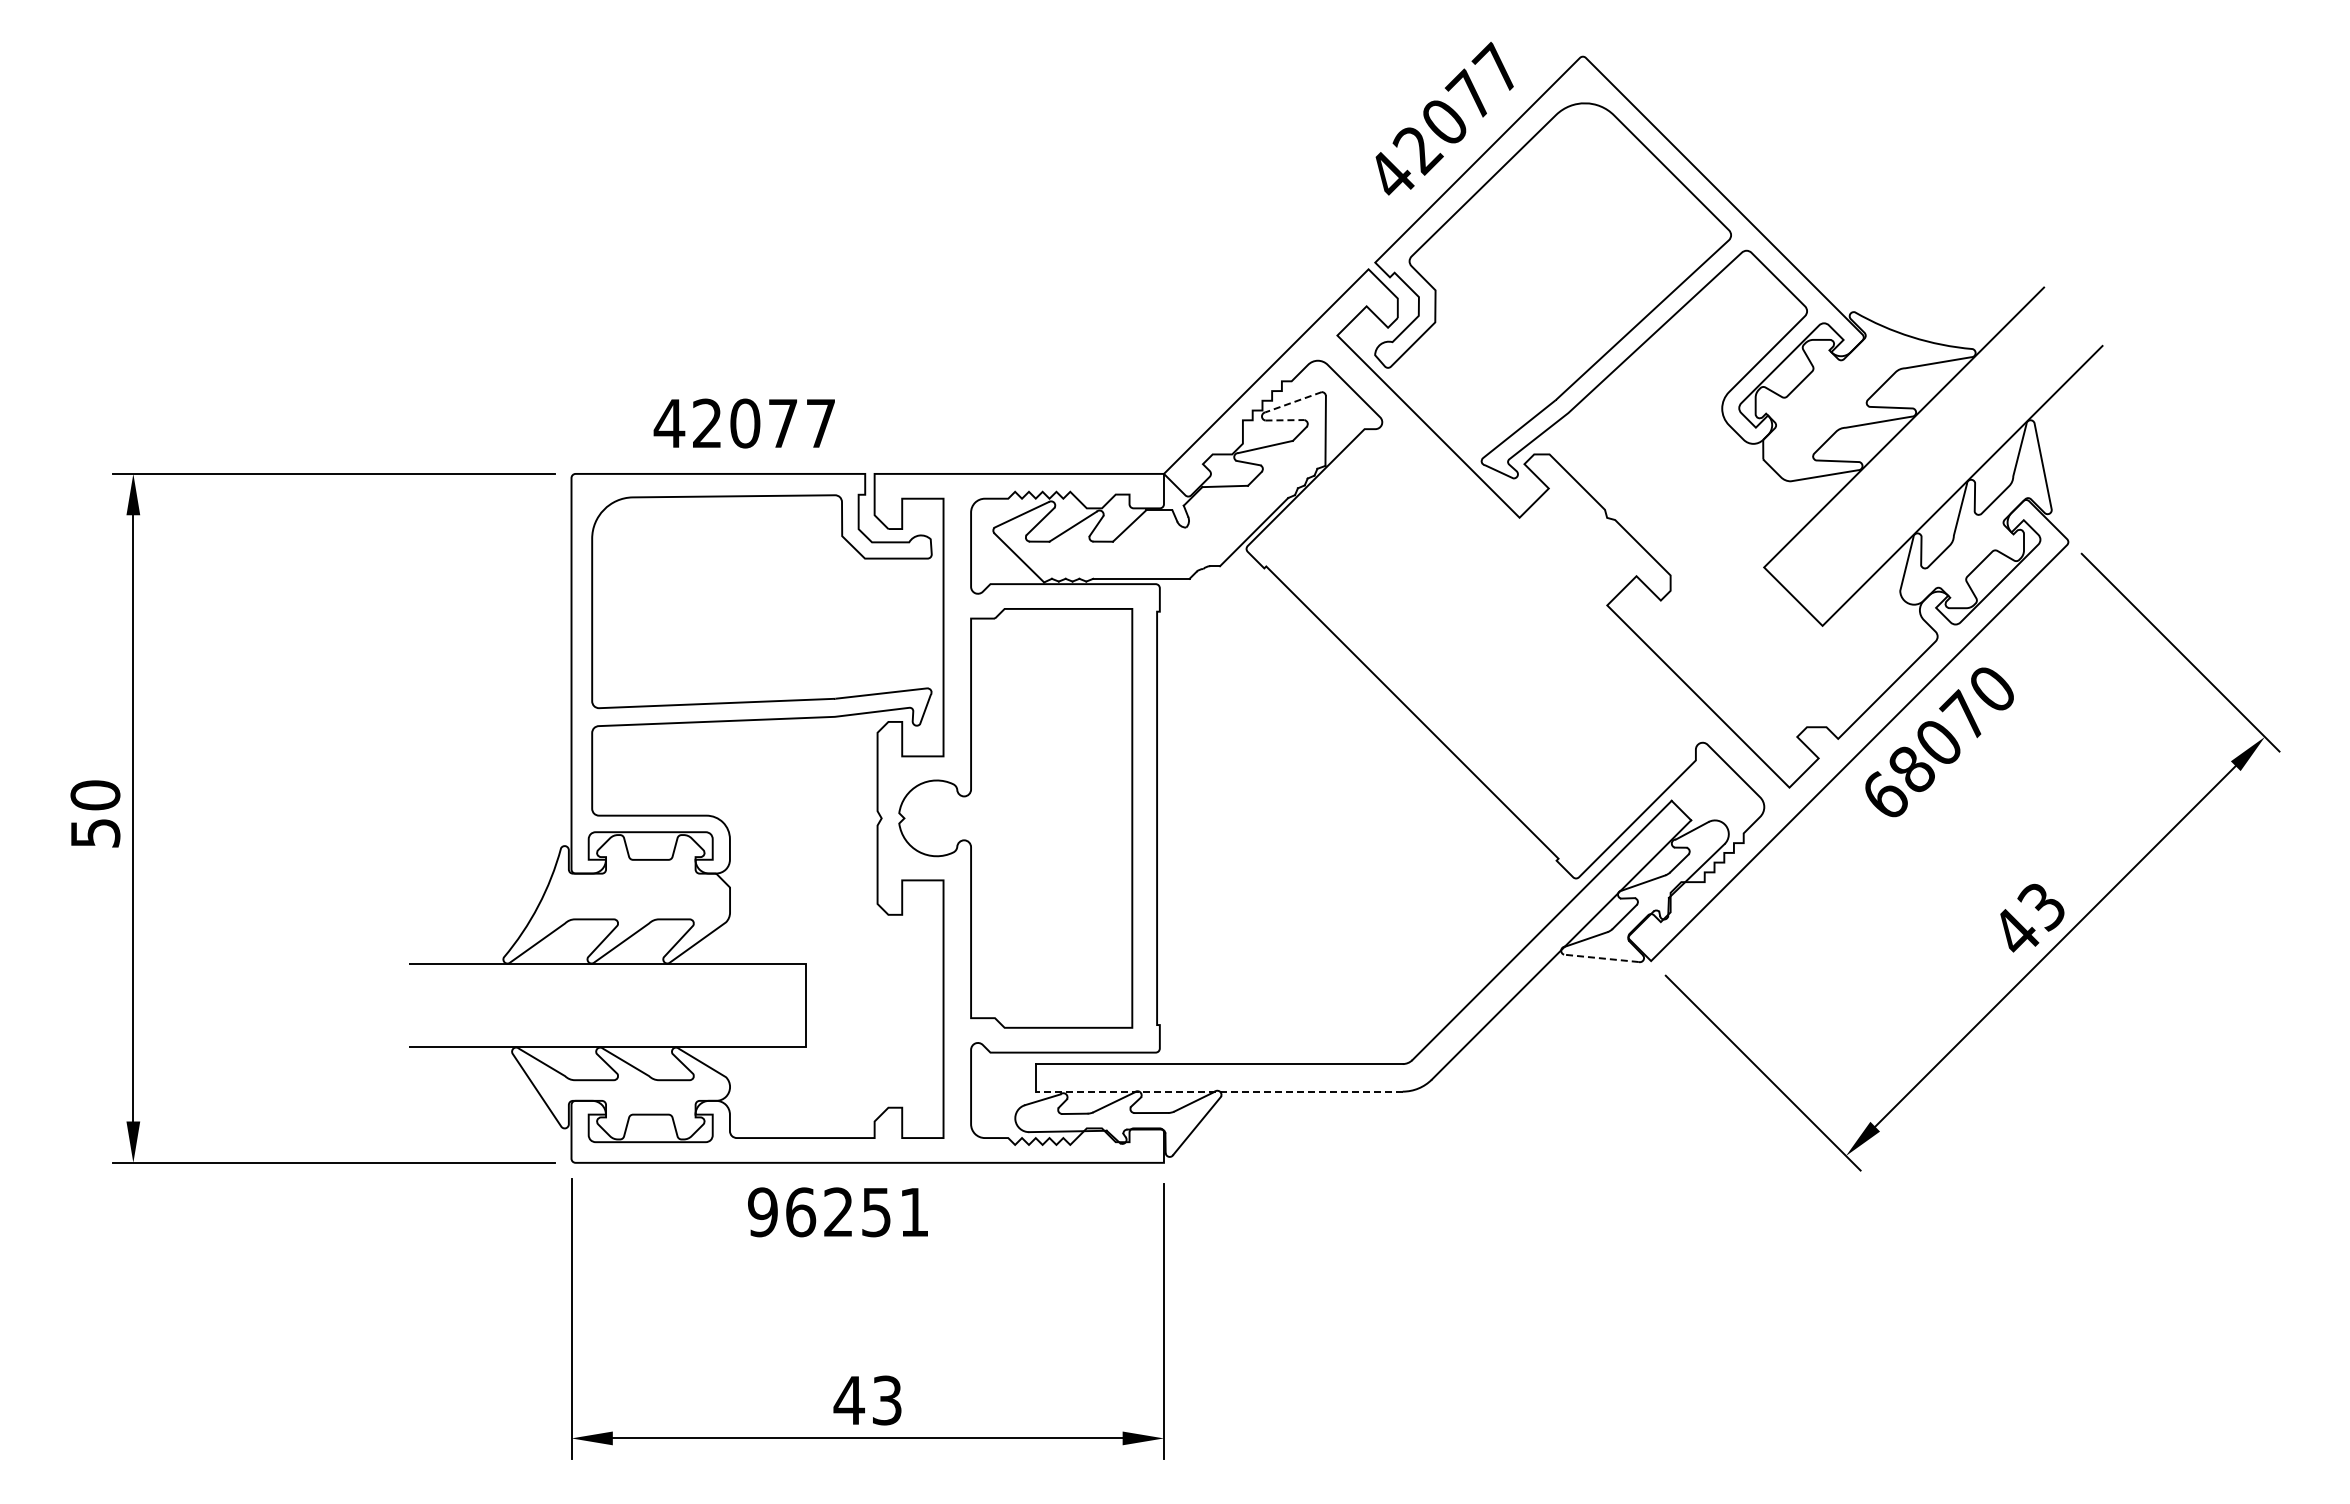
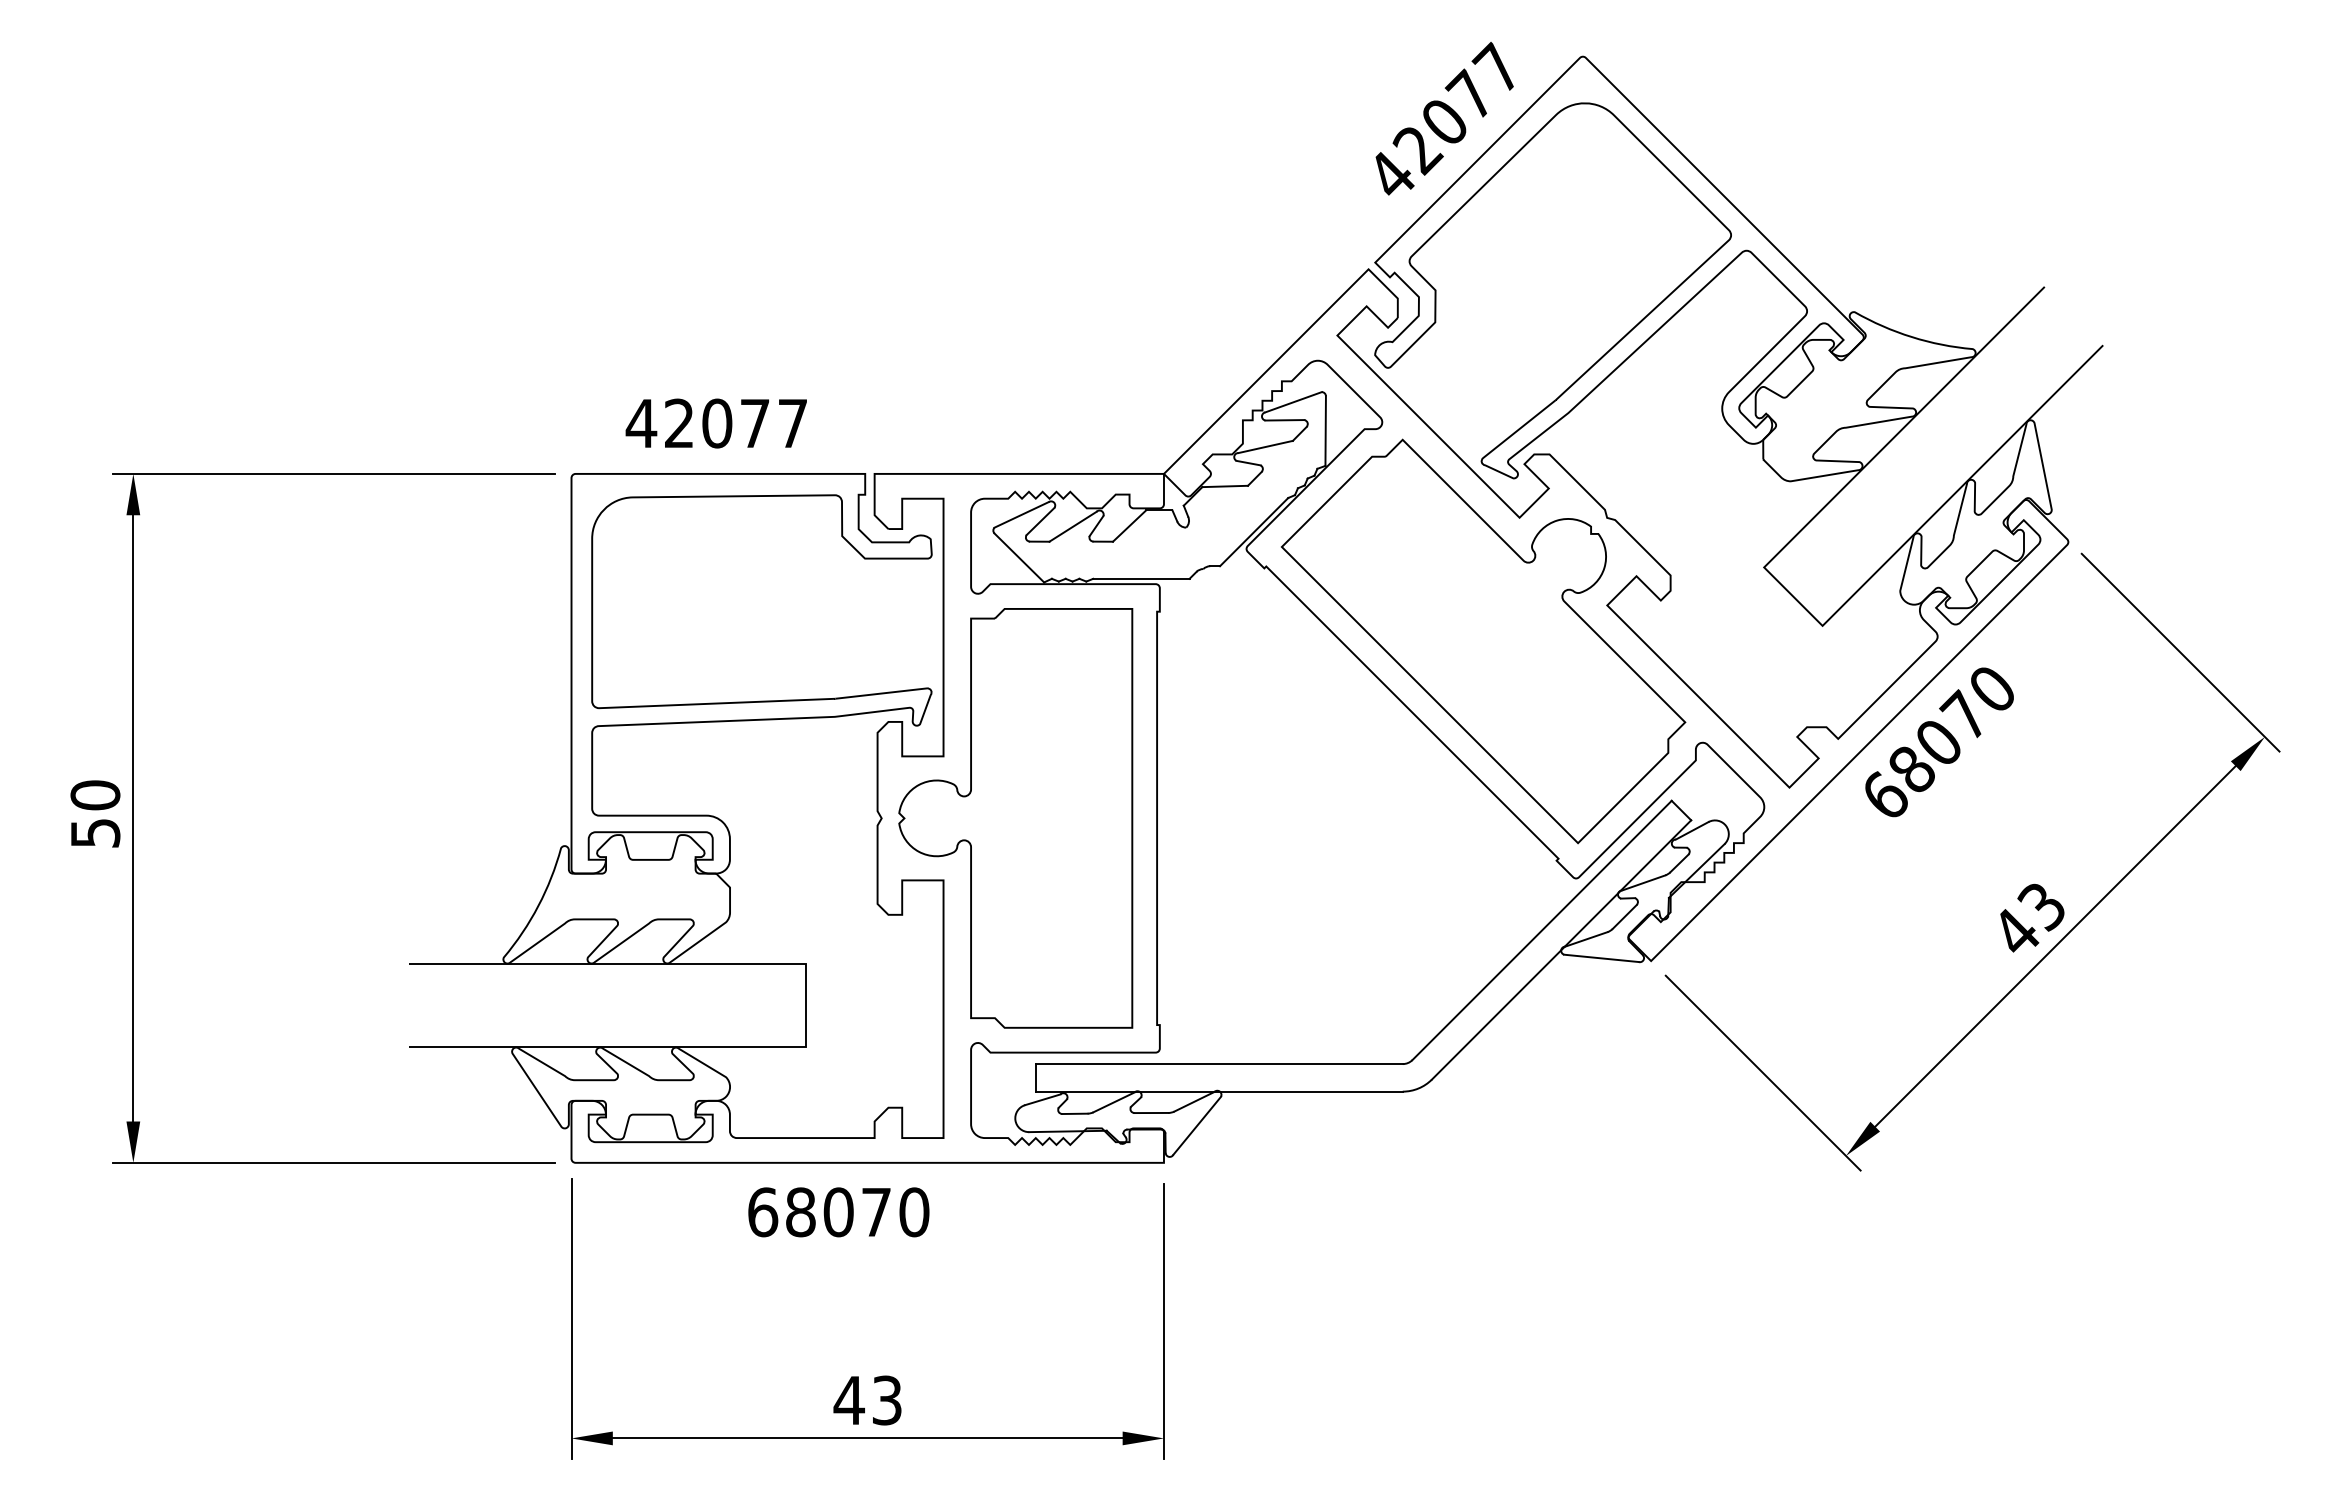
line at (1293, 402): dashed -> solid
line at (1285, 420): dashed -> solid
text at (743, 423) position: (743, 423) -> (715, 423)
part at (1483, 641): none -> present
line at (1600, 958): dashed -> solid
line at (1218, 1091): dashed -> solid
text at (838, 1212): 96251 -> 68070
